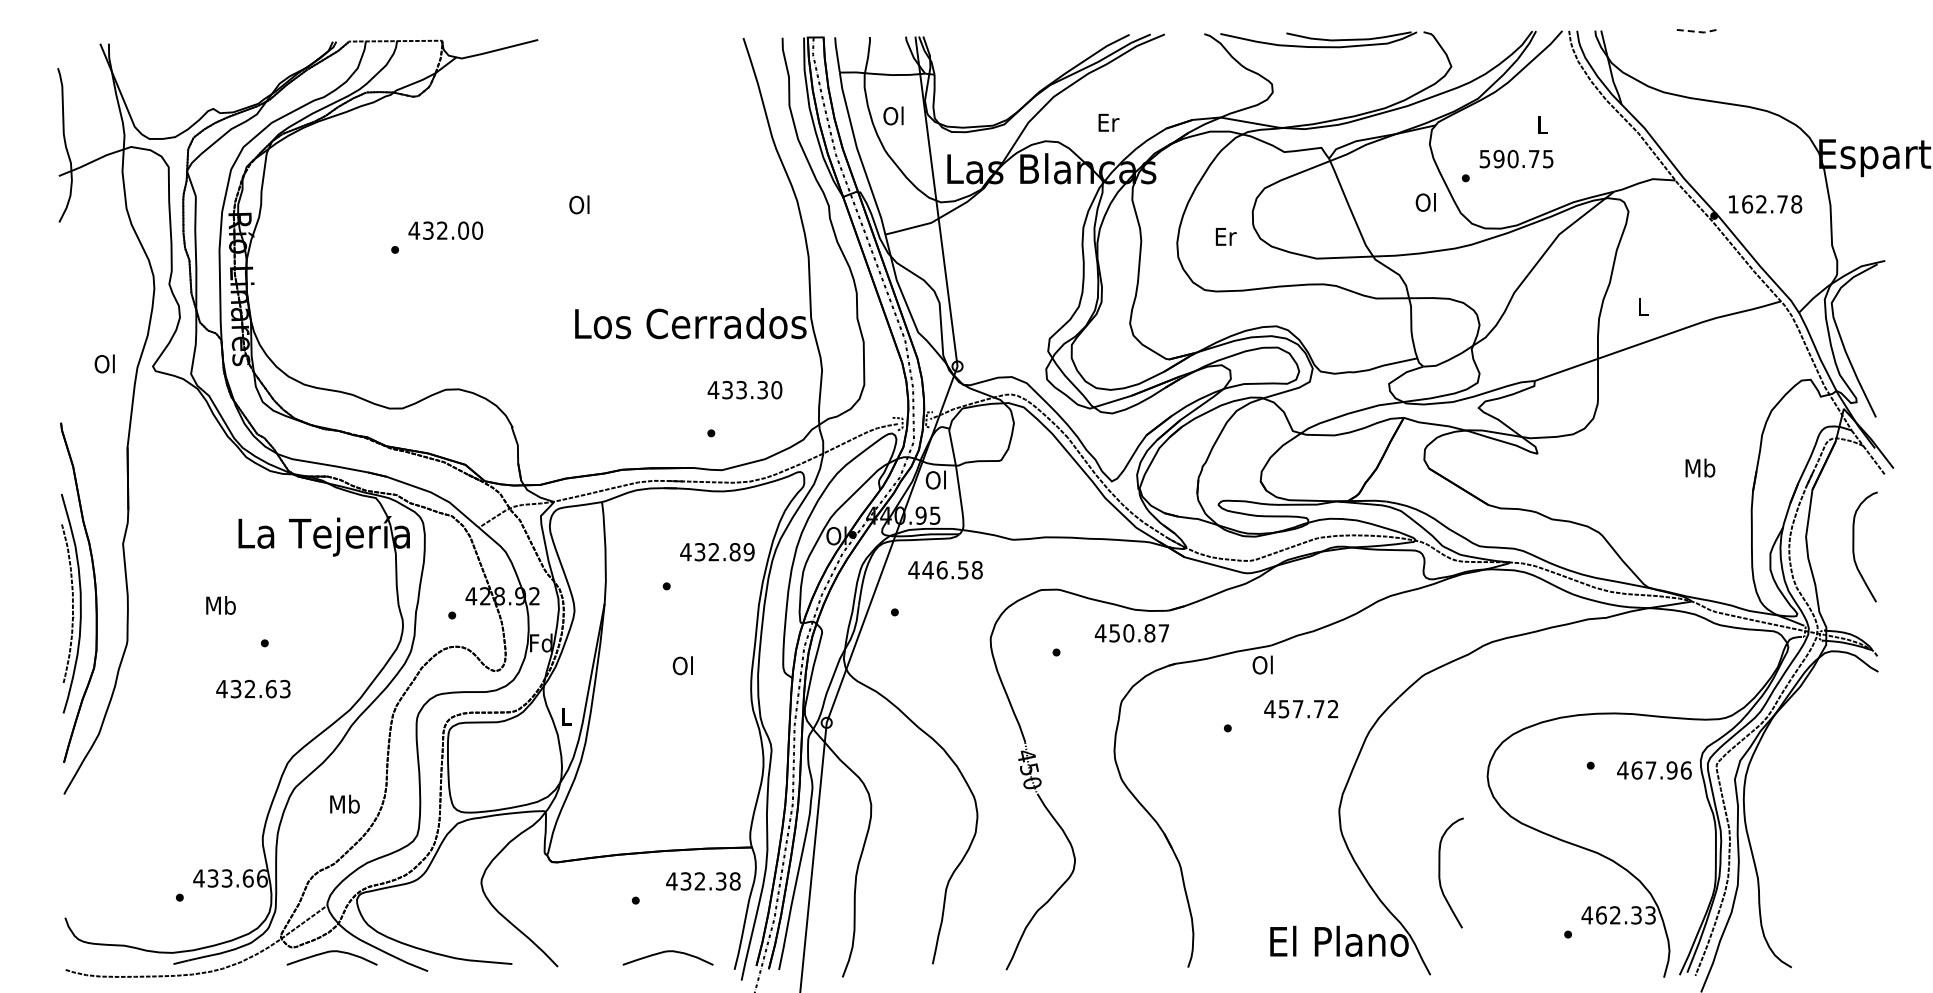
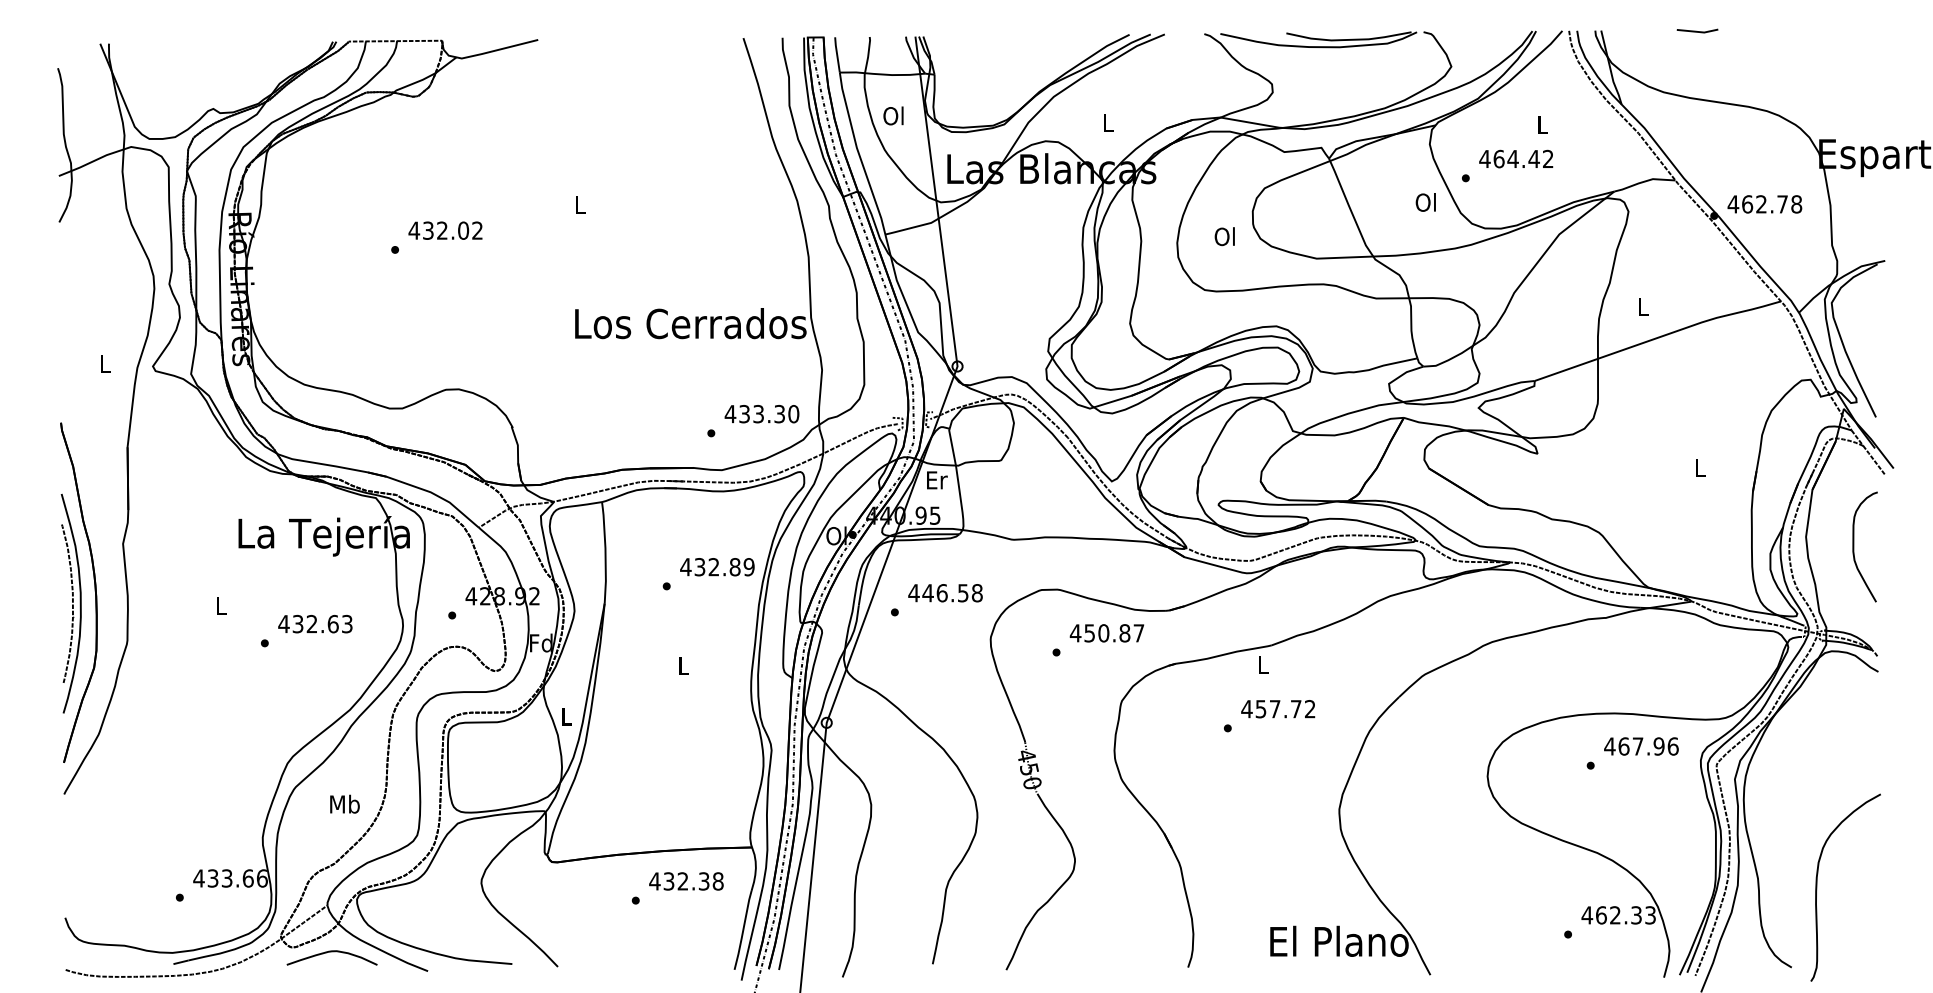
line at (1698, 31): dashed -> solid
text at (1108, 122): Er -> L
text at (1516, 158): 590.75 -> 464.42
text at (579, 204): Ol -> L
text at (1733, 204): 162.78 -> 462.78
text at (477, 230): 432.00 -> 432.02
text at (1225, 236): Er -> Ol
text at (104, 363): Ol -> L
text at (744, 390) position: (744, 390) -> (761, 414)
text at (1700, 467): Mb -> L
text at (936, 479): Ol -> Er
text at (717, 552) position: (717, 552) -> (717, 567)
text at (945, 570) position: (945, 570) -> (945, 593)
text at (220, 605): Mb -> L
text at (1131, 633) position: (1131, 633) -> (1106, 633)
text at (1262, 664): Ol -> L
text at (682, 665): Ol -> L
text at (253, 689) position: (253, 689) -> (315, 624)
text at (1301, 709) position: (1301, 709) -> (1278, 709)
text at (1654, 770) position: (1654, 770) -> (1641, 746)
curve at (1440, 872): present -> none
text at (703, 881) position: (703, 881) -> (686, 881)
curve at (1817, 887): none -> present
curve at (667, 952): present -> none
